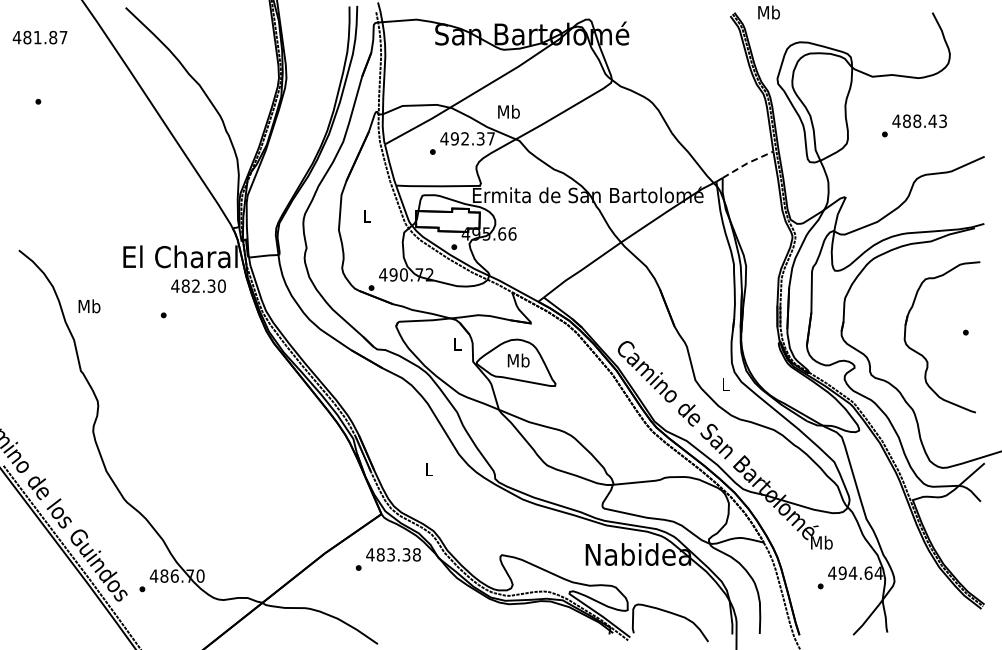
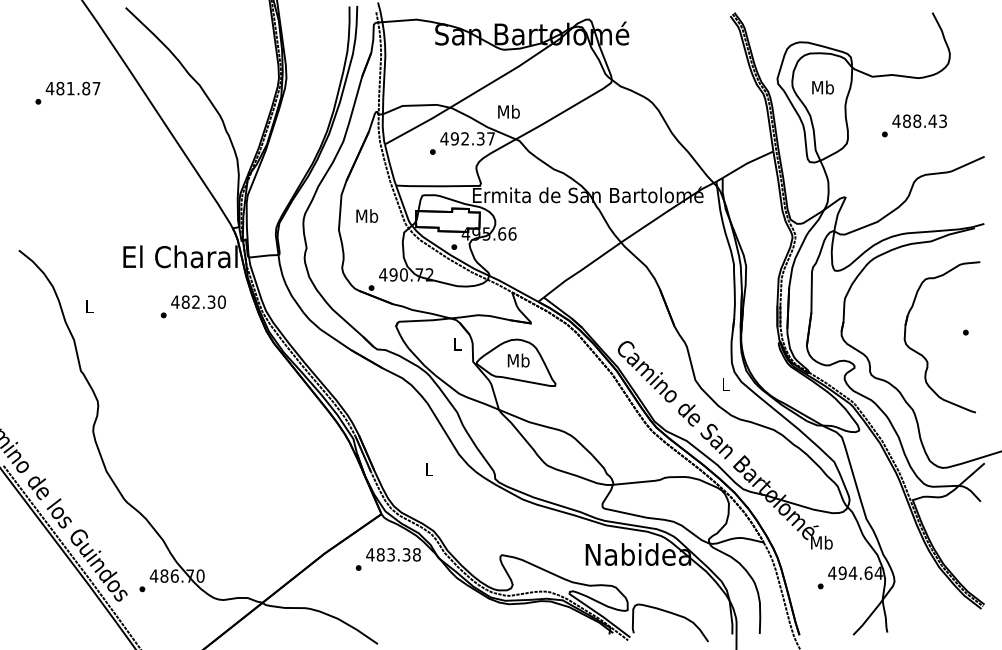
text at (768, 12) position: (768, 12) -> (822, 87)
text at (39, 37) position: (39, 37) -> (72, 88)
line at (747, 163): dashed -> solid
text at (367, 215): L -> Mb
text at (198, 285) position: (198, 285) -> (198, 301)
text at (89, 306): Mb -> L
